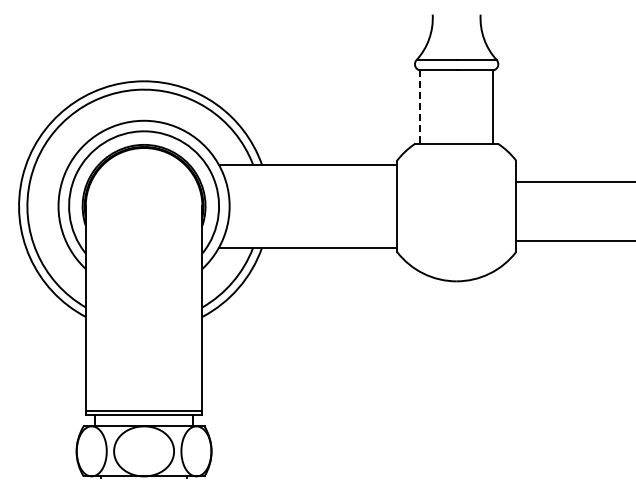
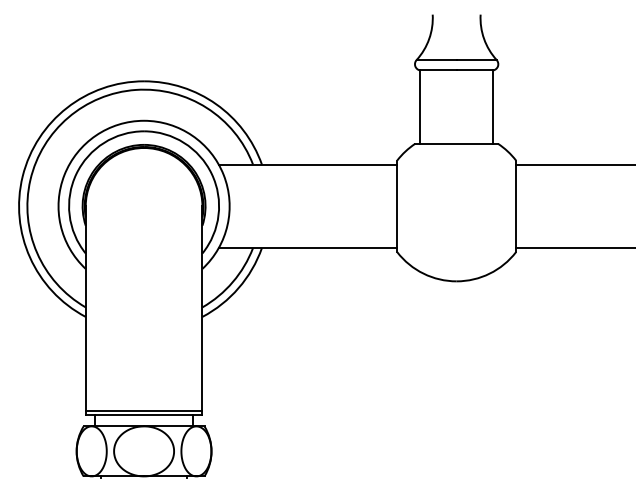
line at (420, 107): dashed -> solid
line at (574, 181) position: (574, 181) -> (574, 164)
line at (574, 241) position: (574, 241) -> (574, 248)
